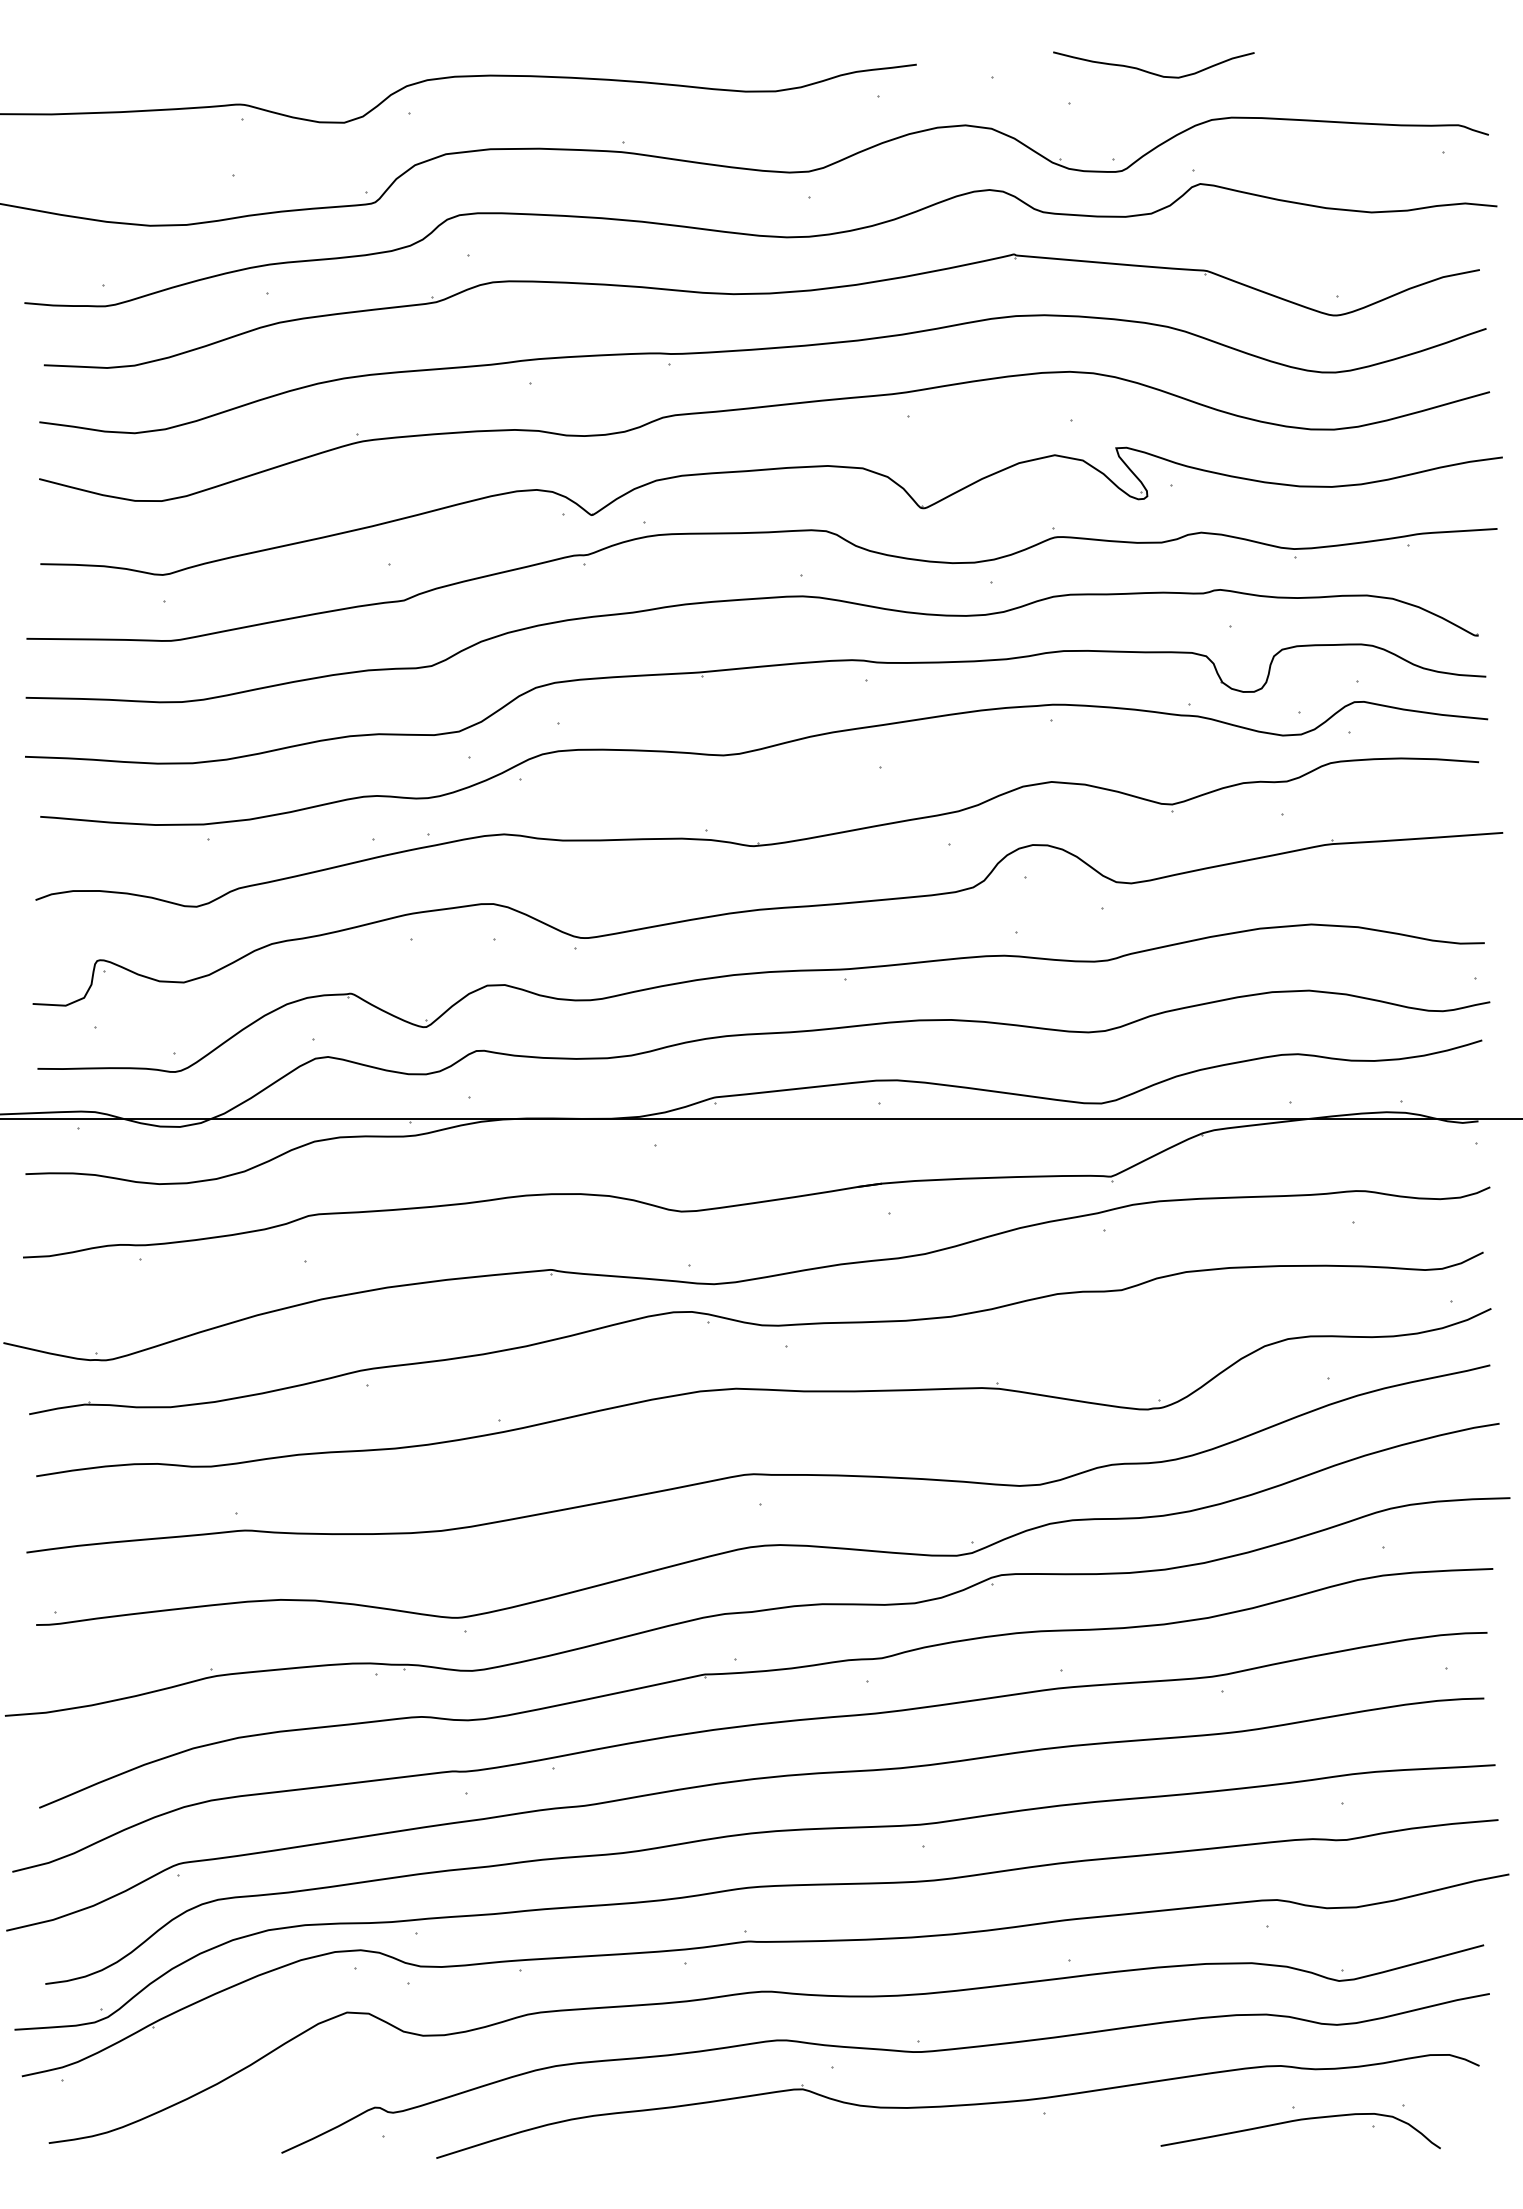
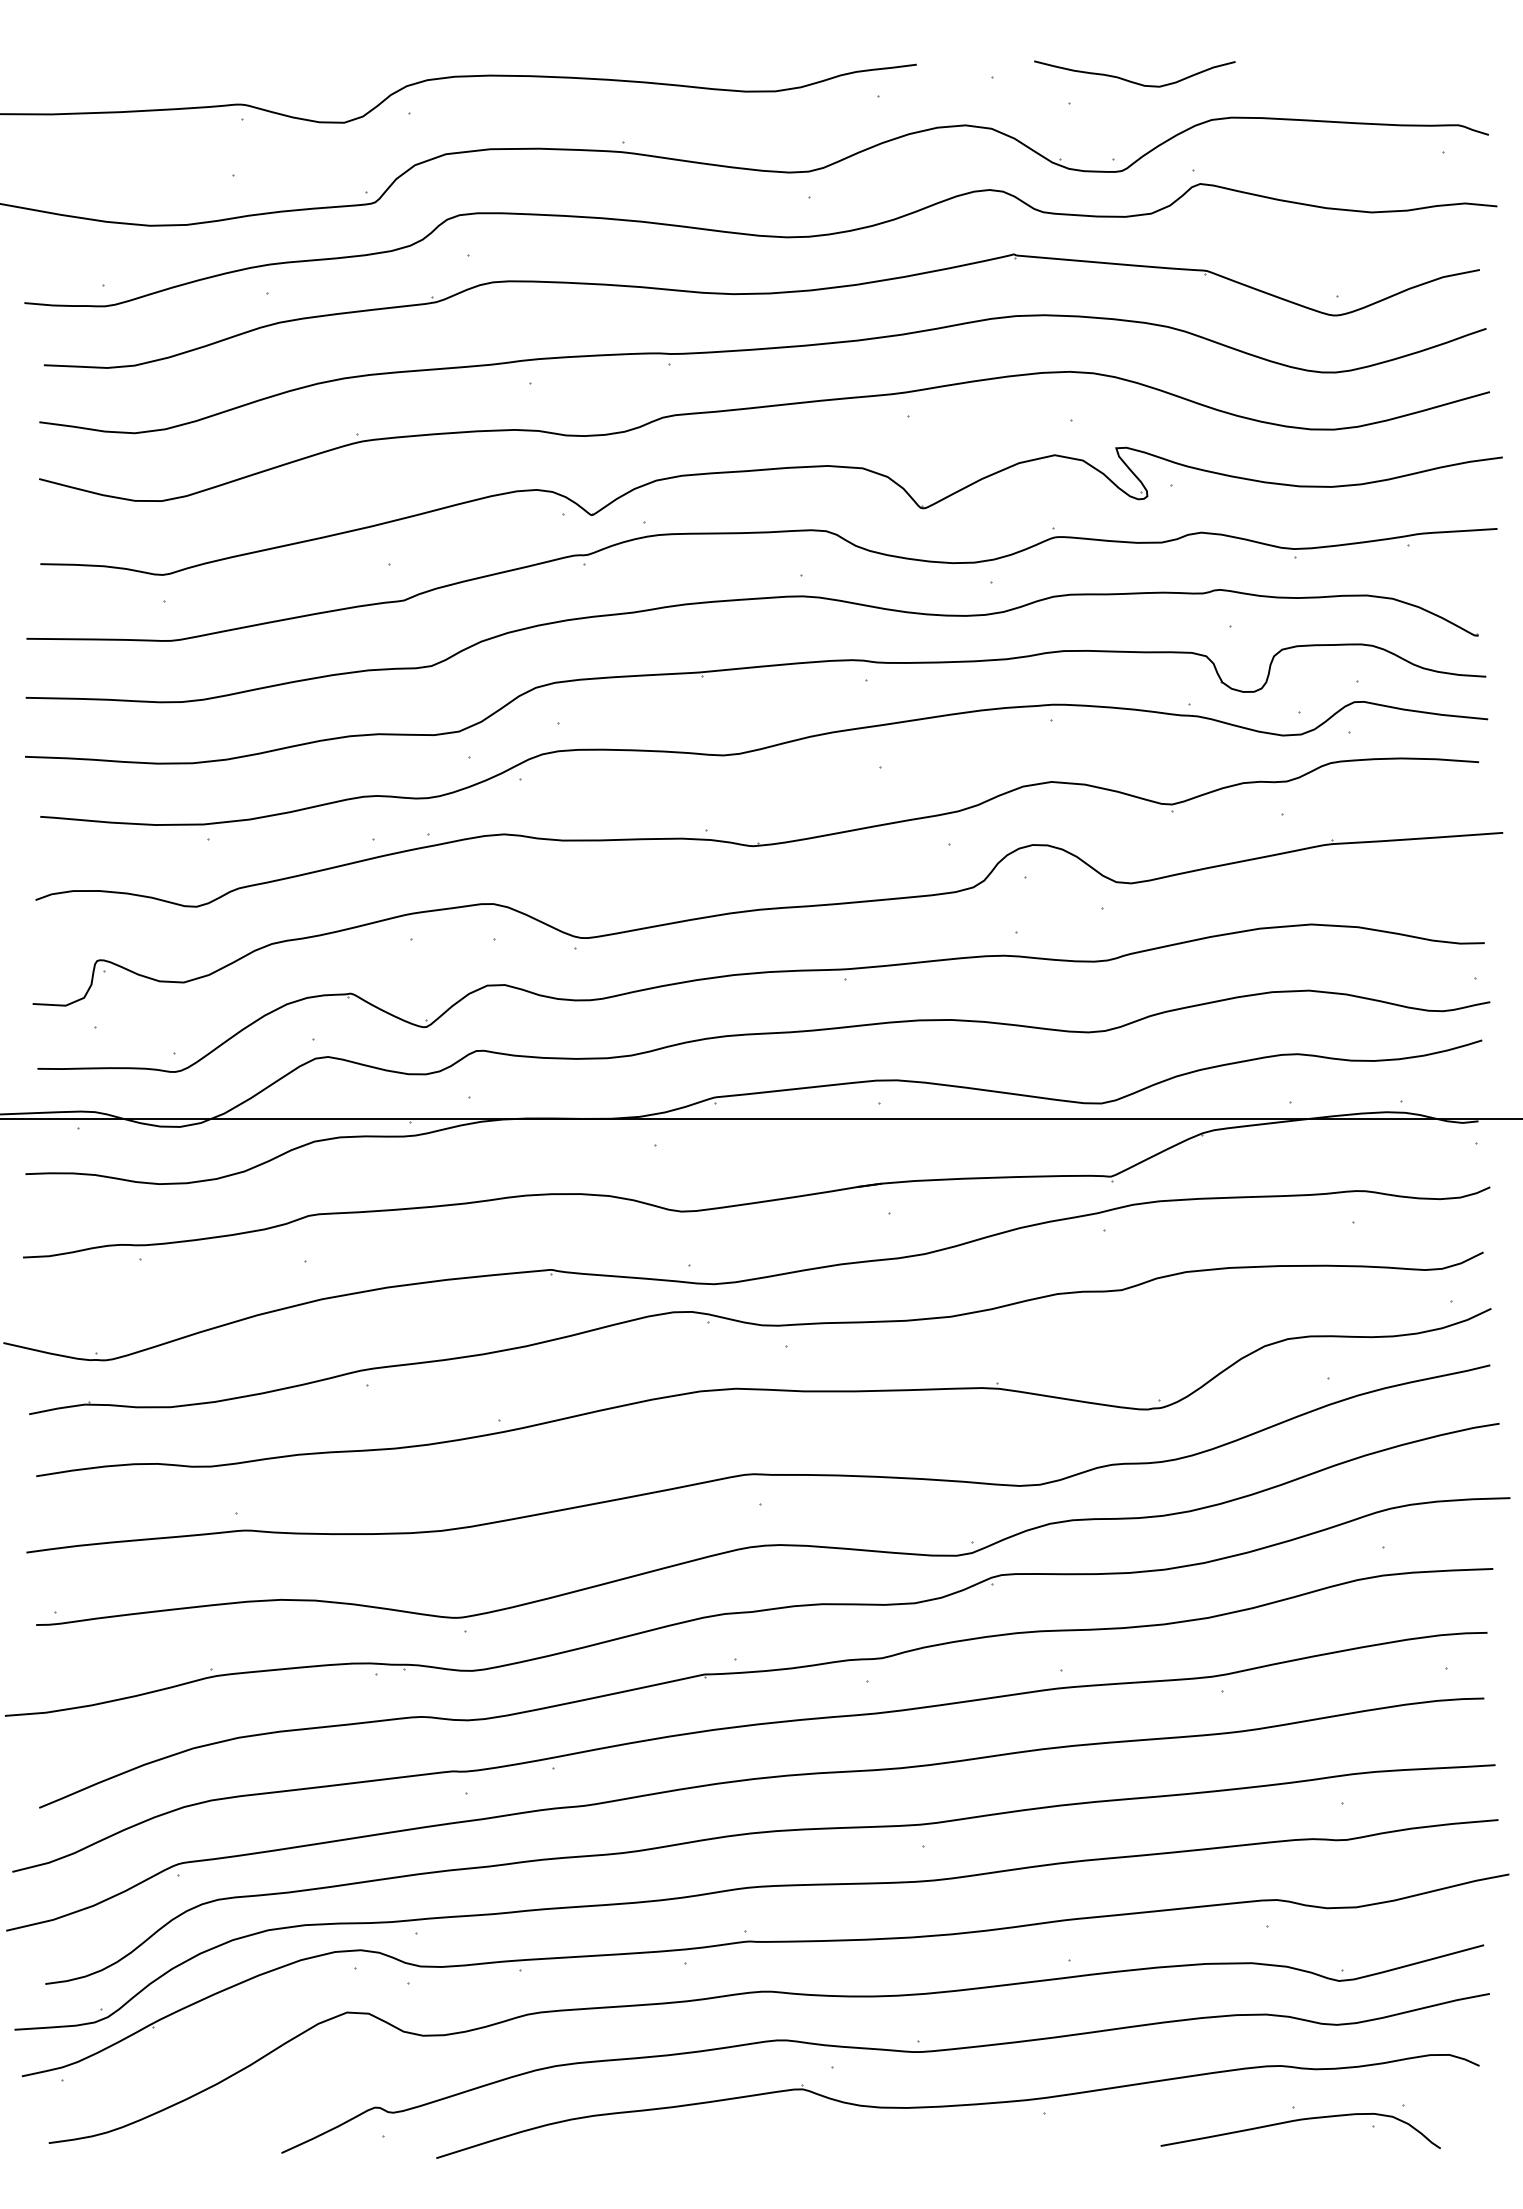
curve at (1153, 72) position: (1153, 72) -> (1134, 81)
